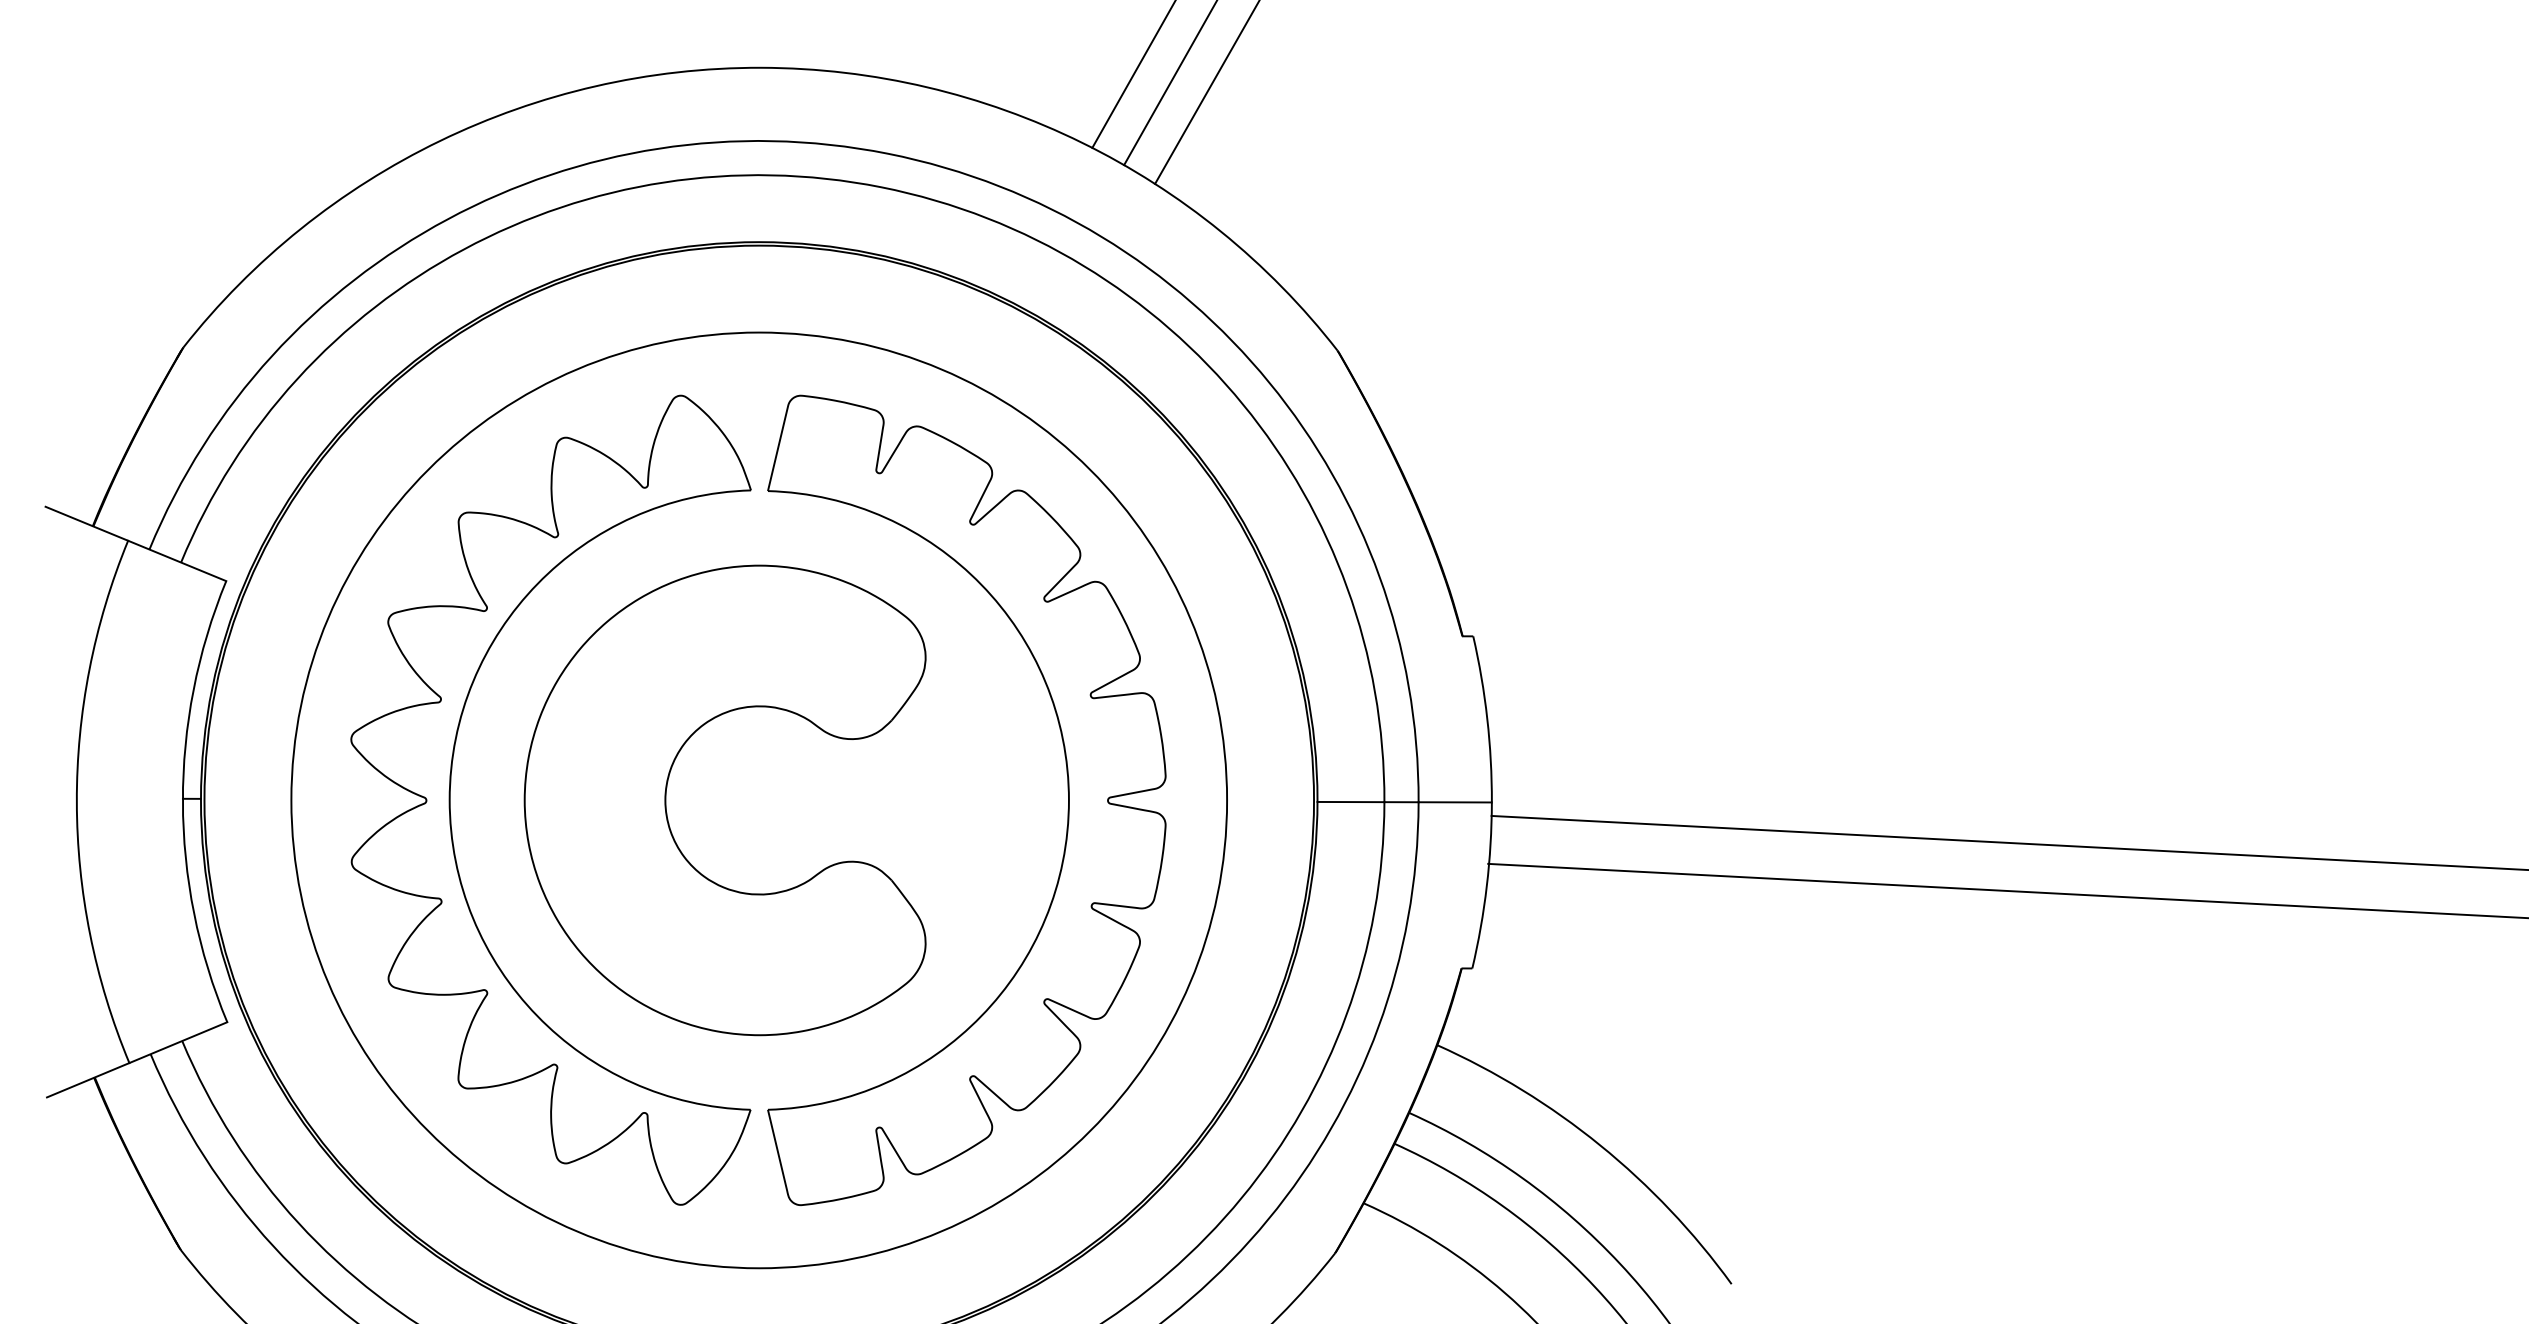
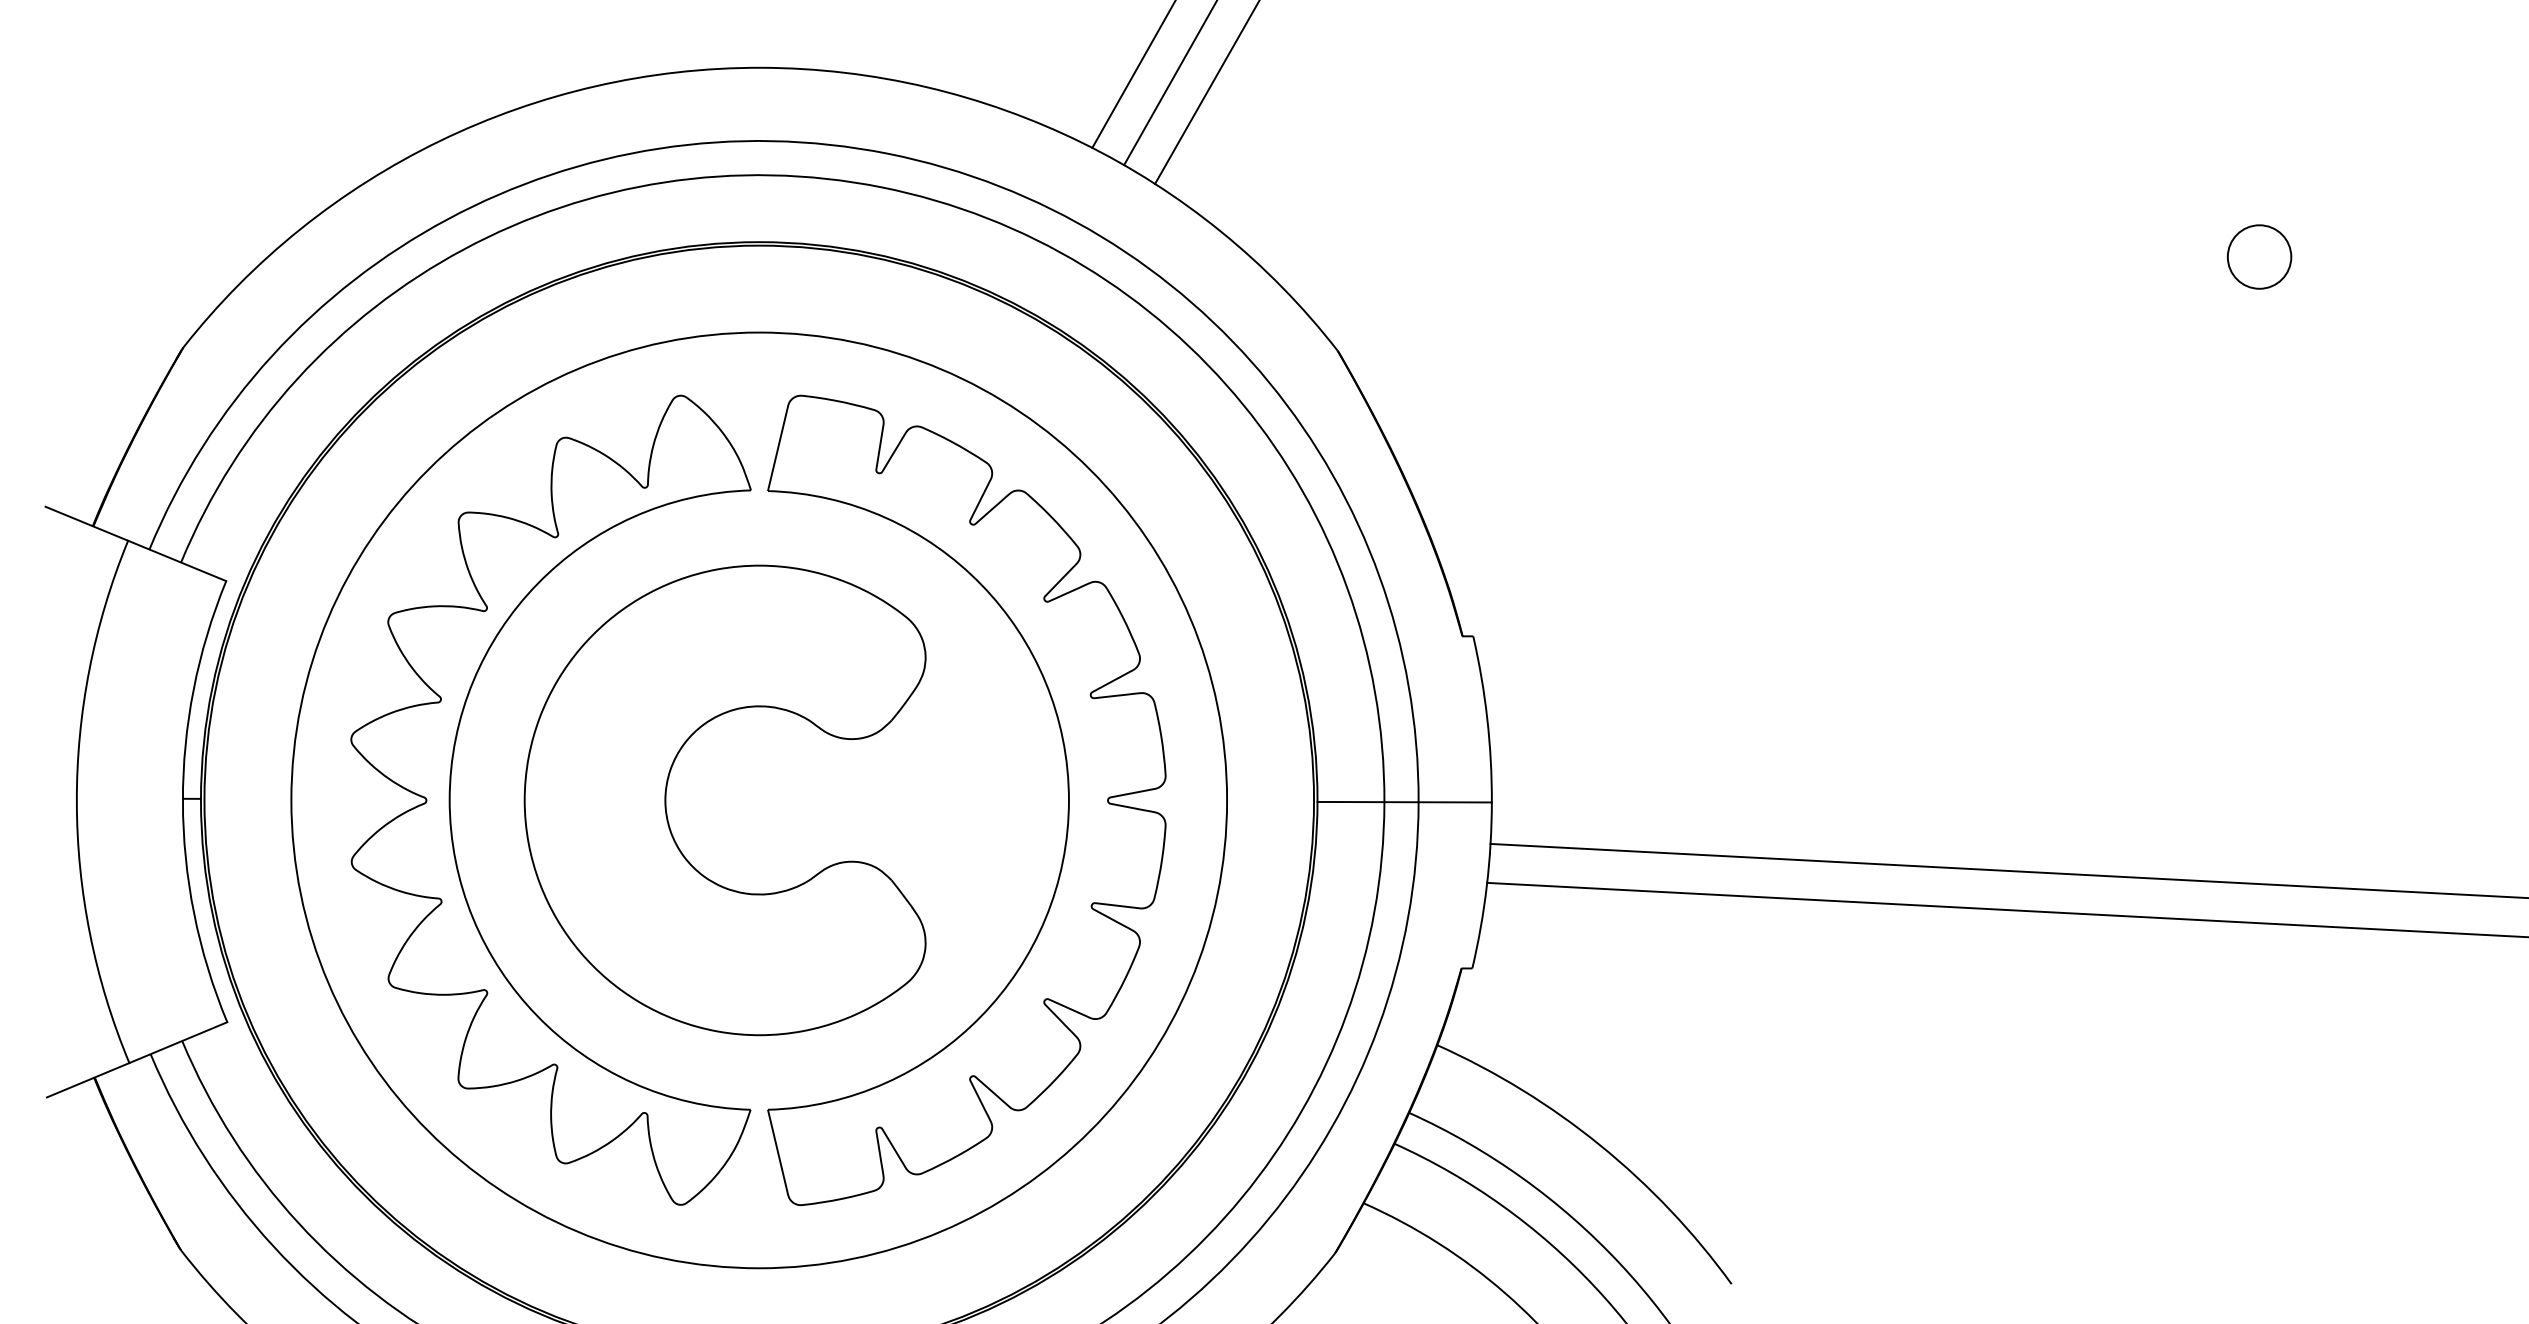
circle at (2259, 256): none -> present
line at (2008, 842) position: (2008, 842) -> (2007, 870)
line at (2006, 890) position: (2006, 890) -> (2006, 909)
